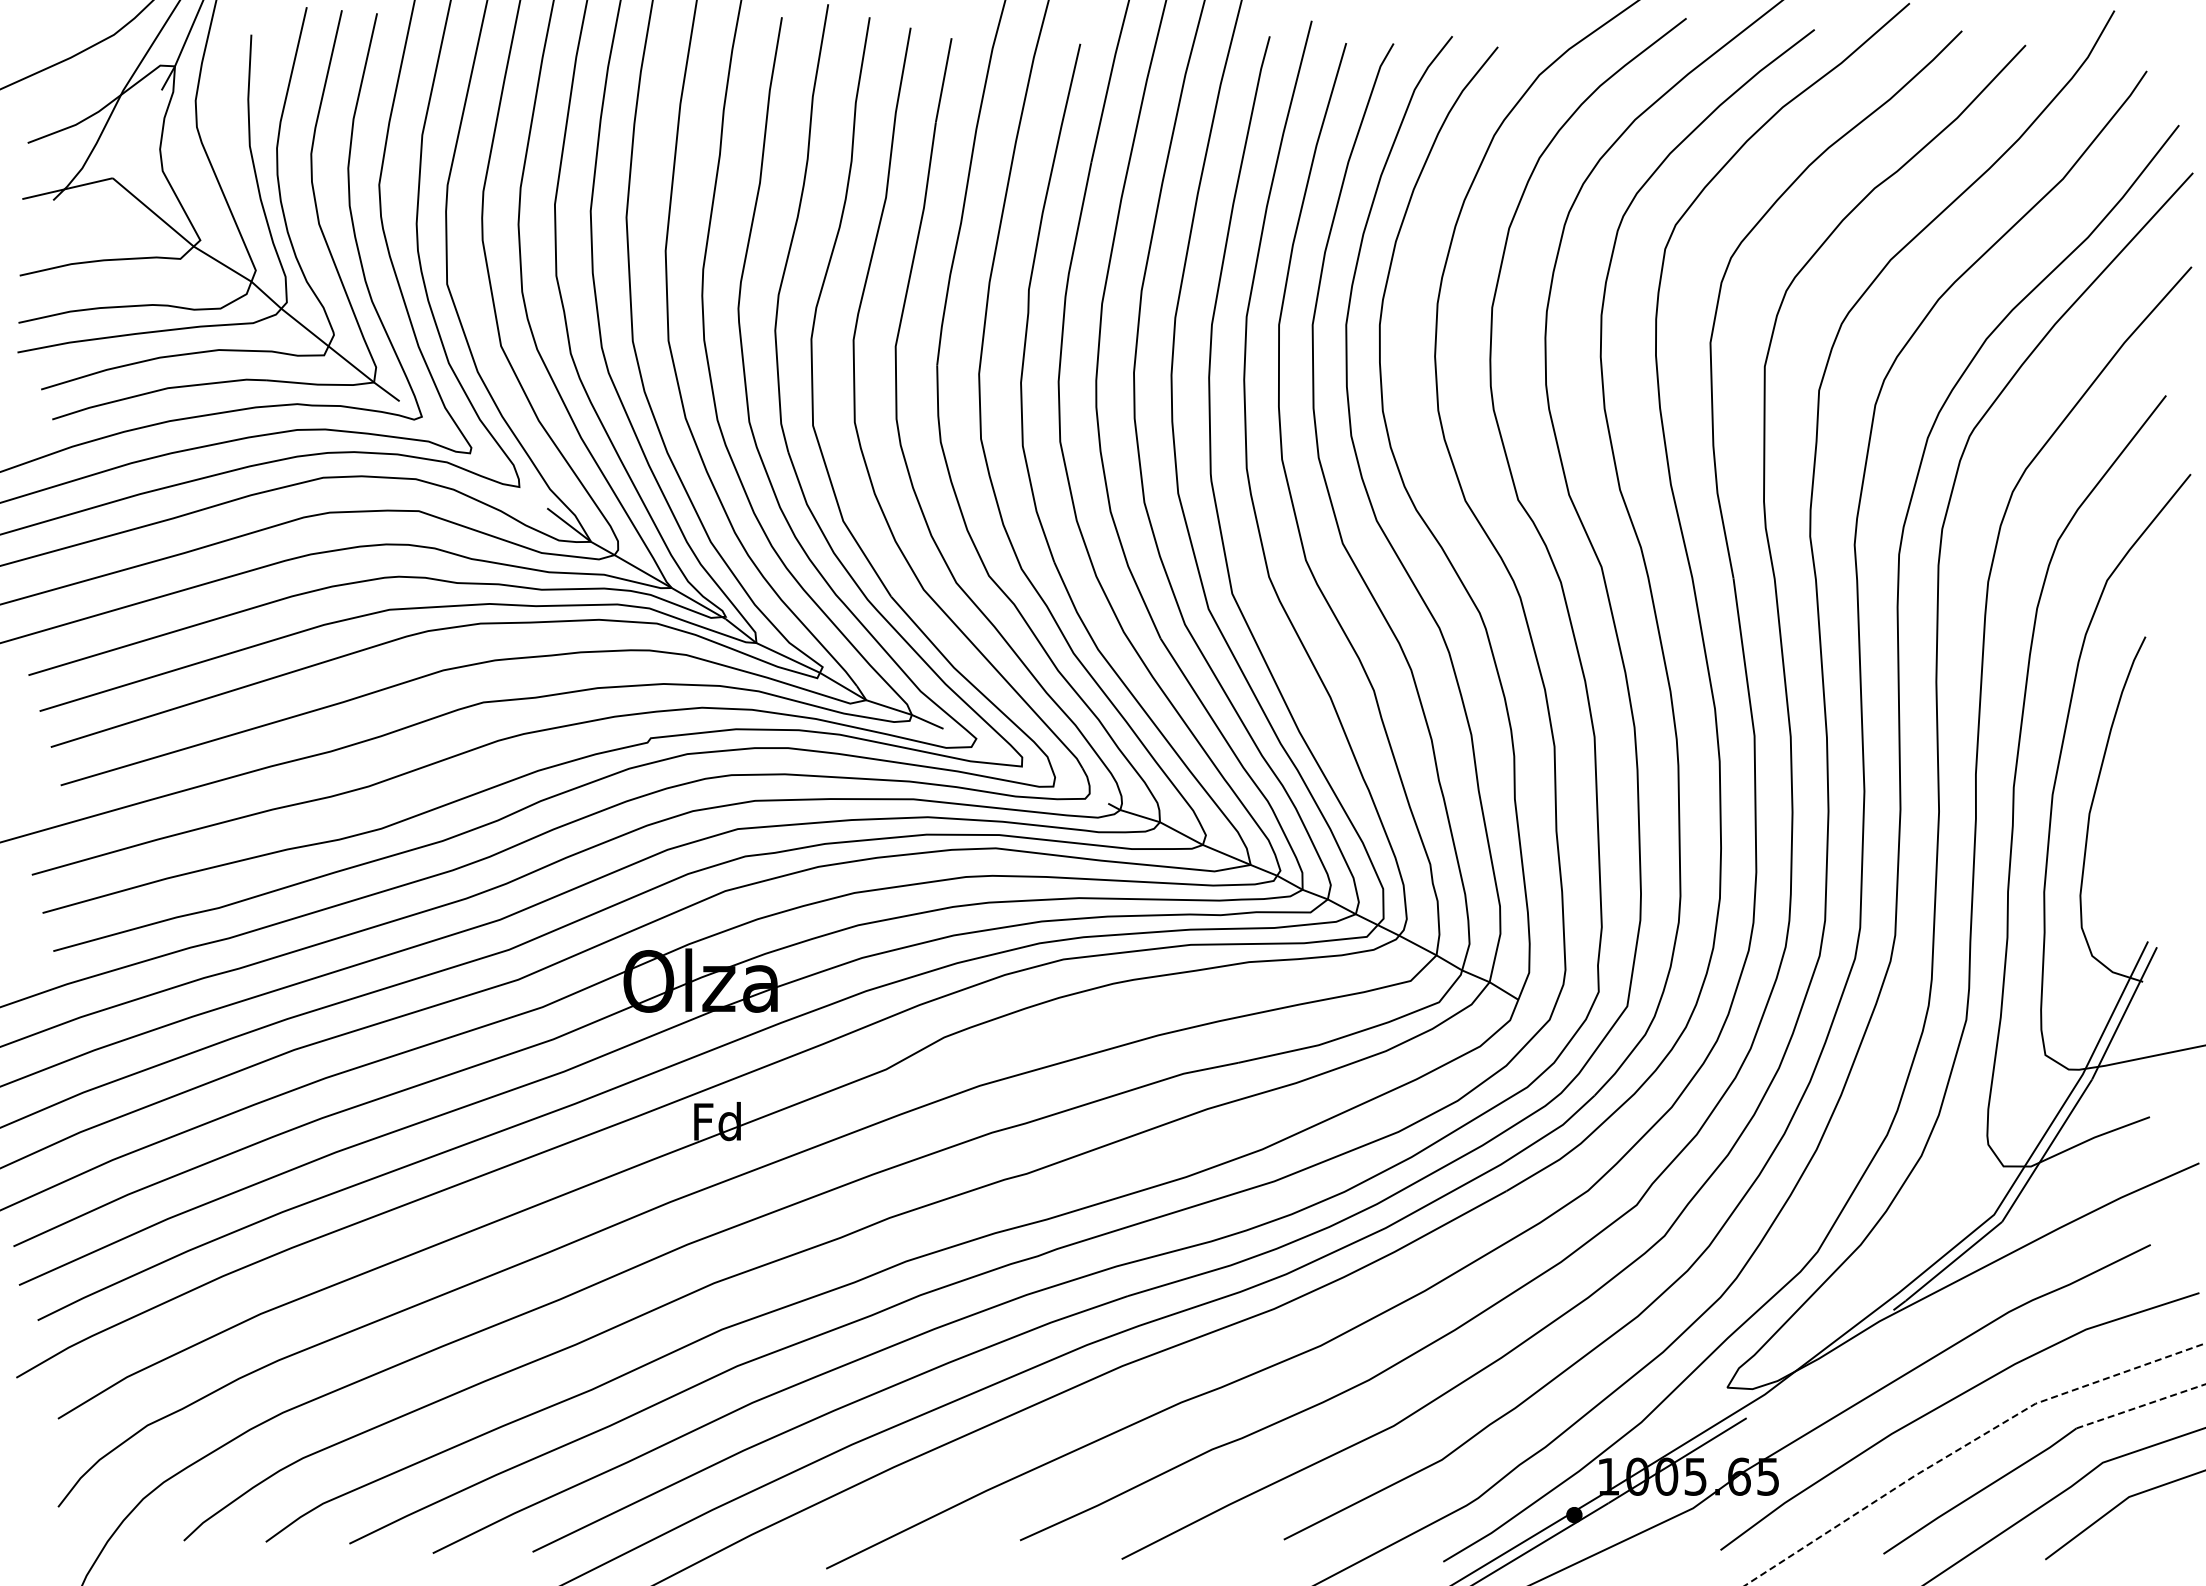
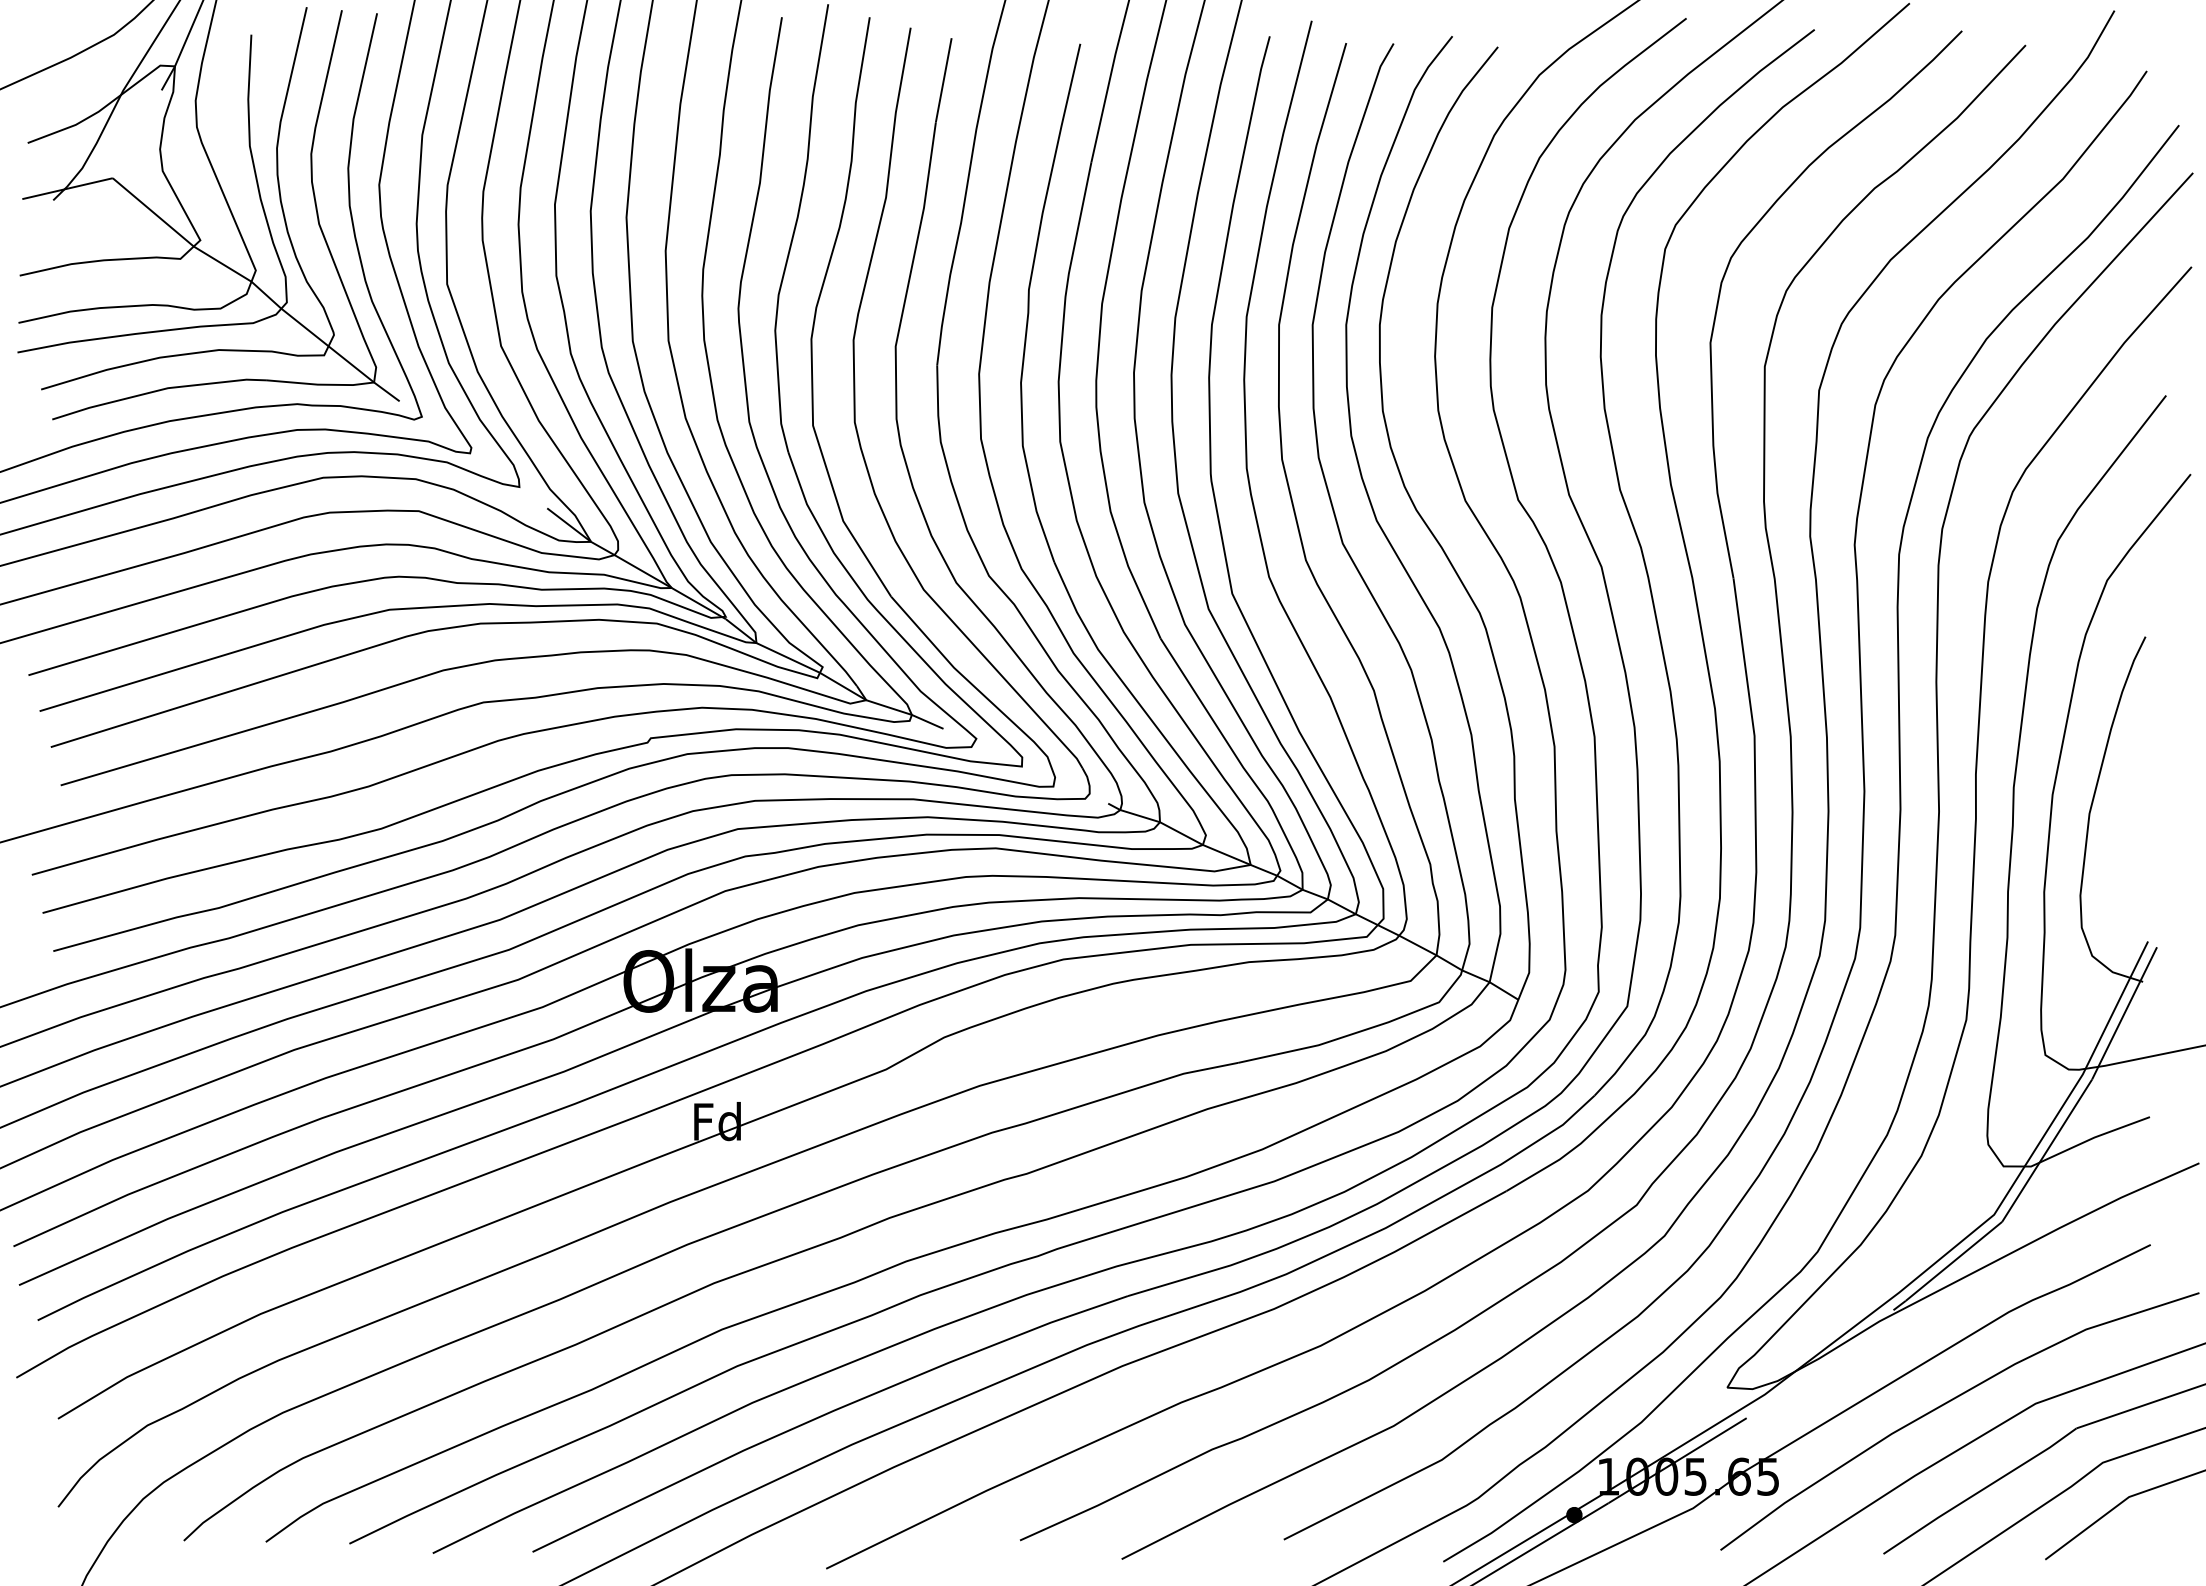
line at (2140, 1406): dashed -> solid
line at (1965, 1445): dashed -> solid
